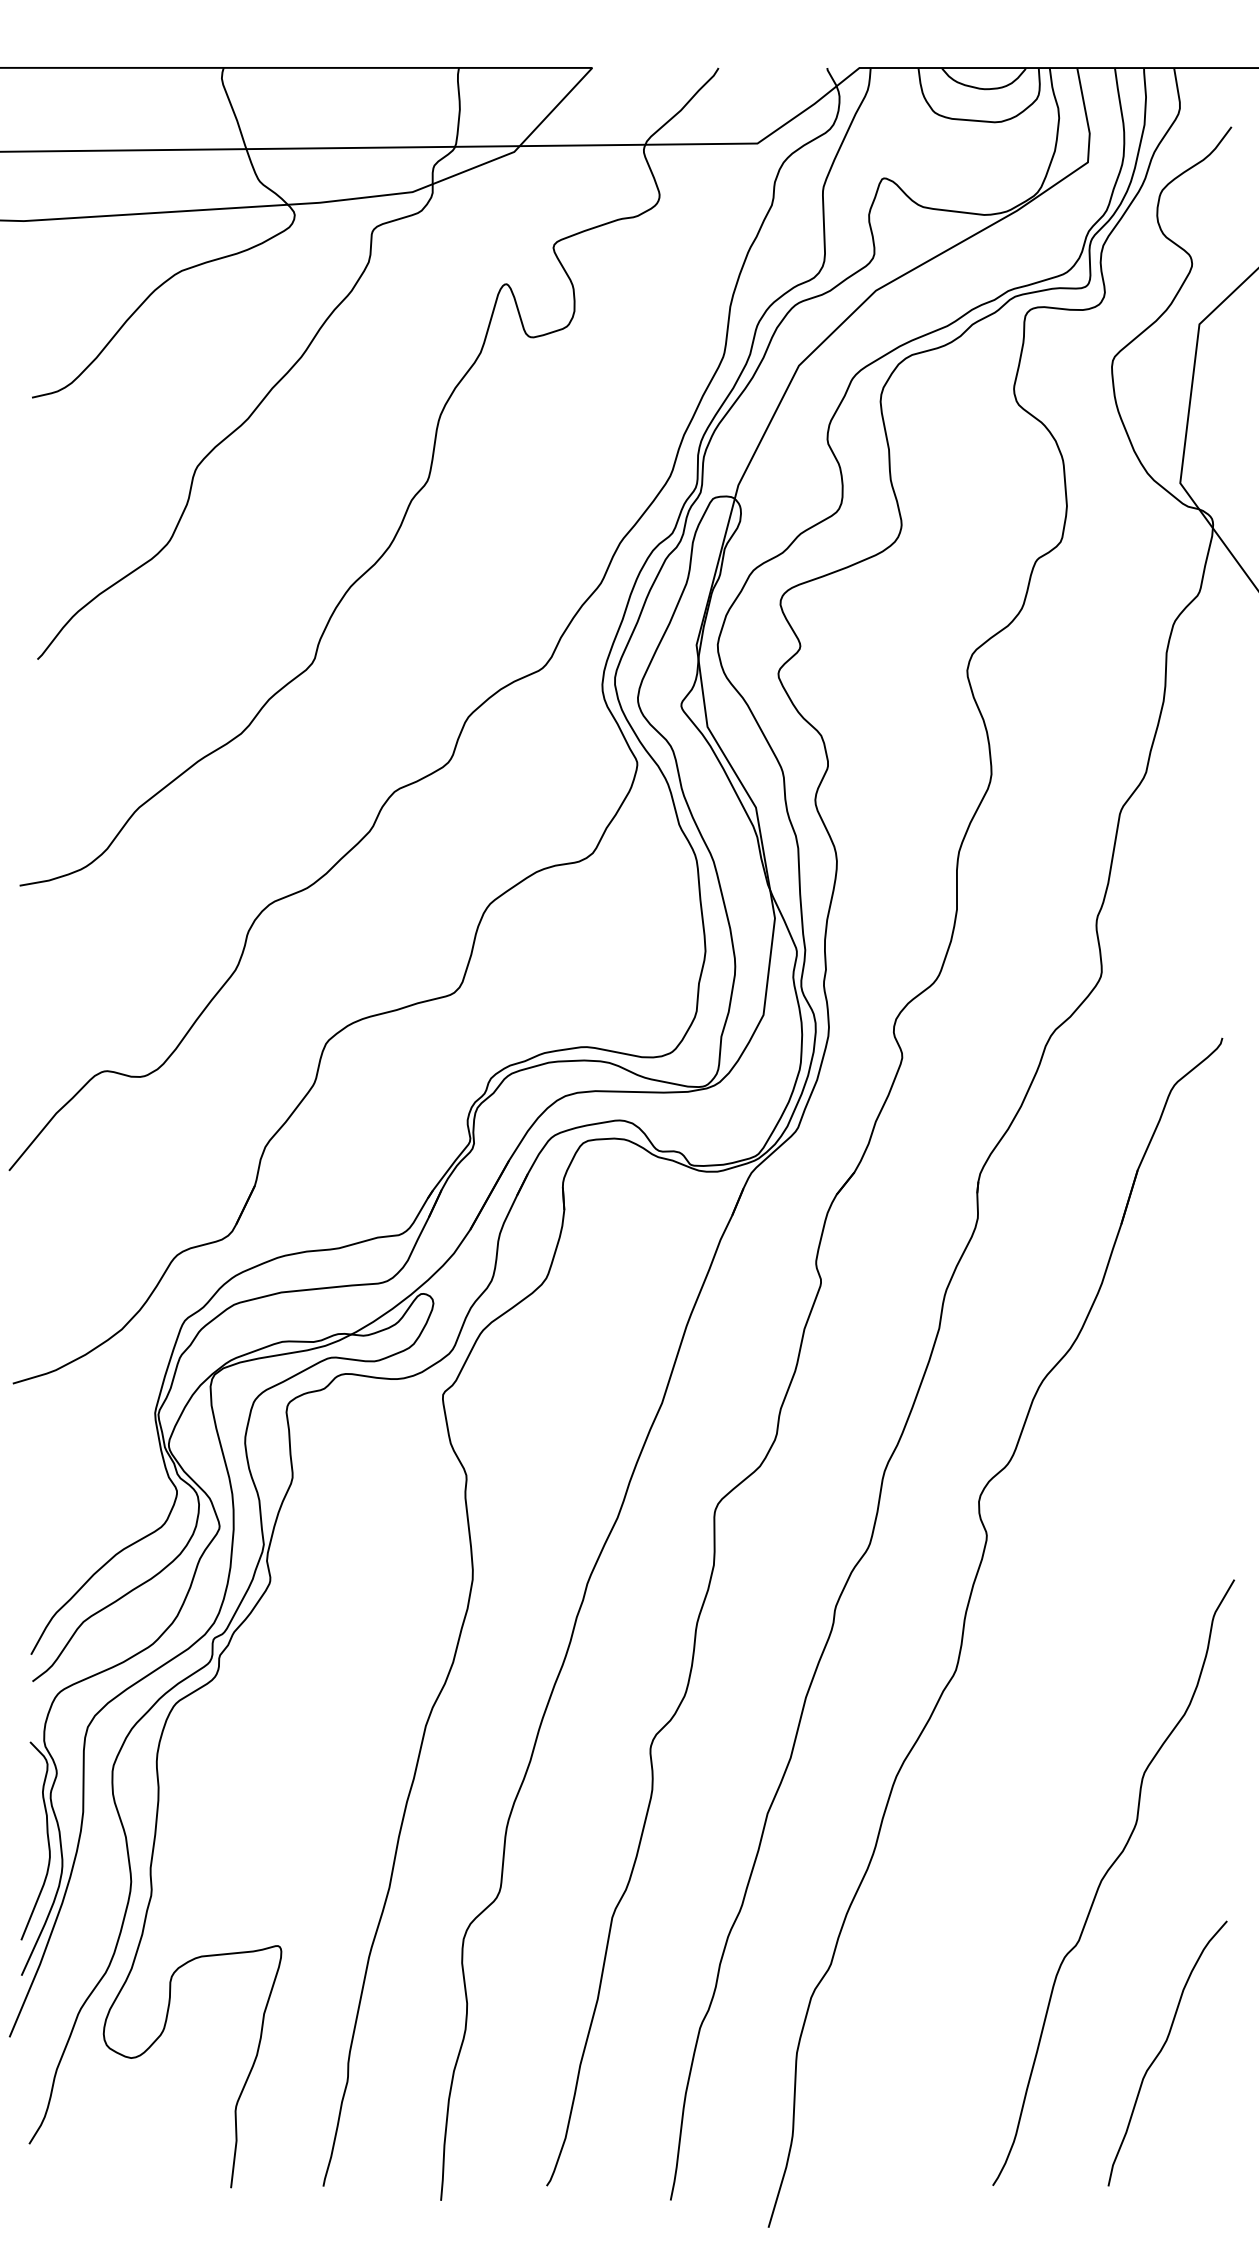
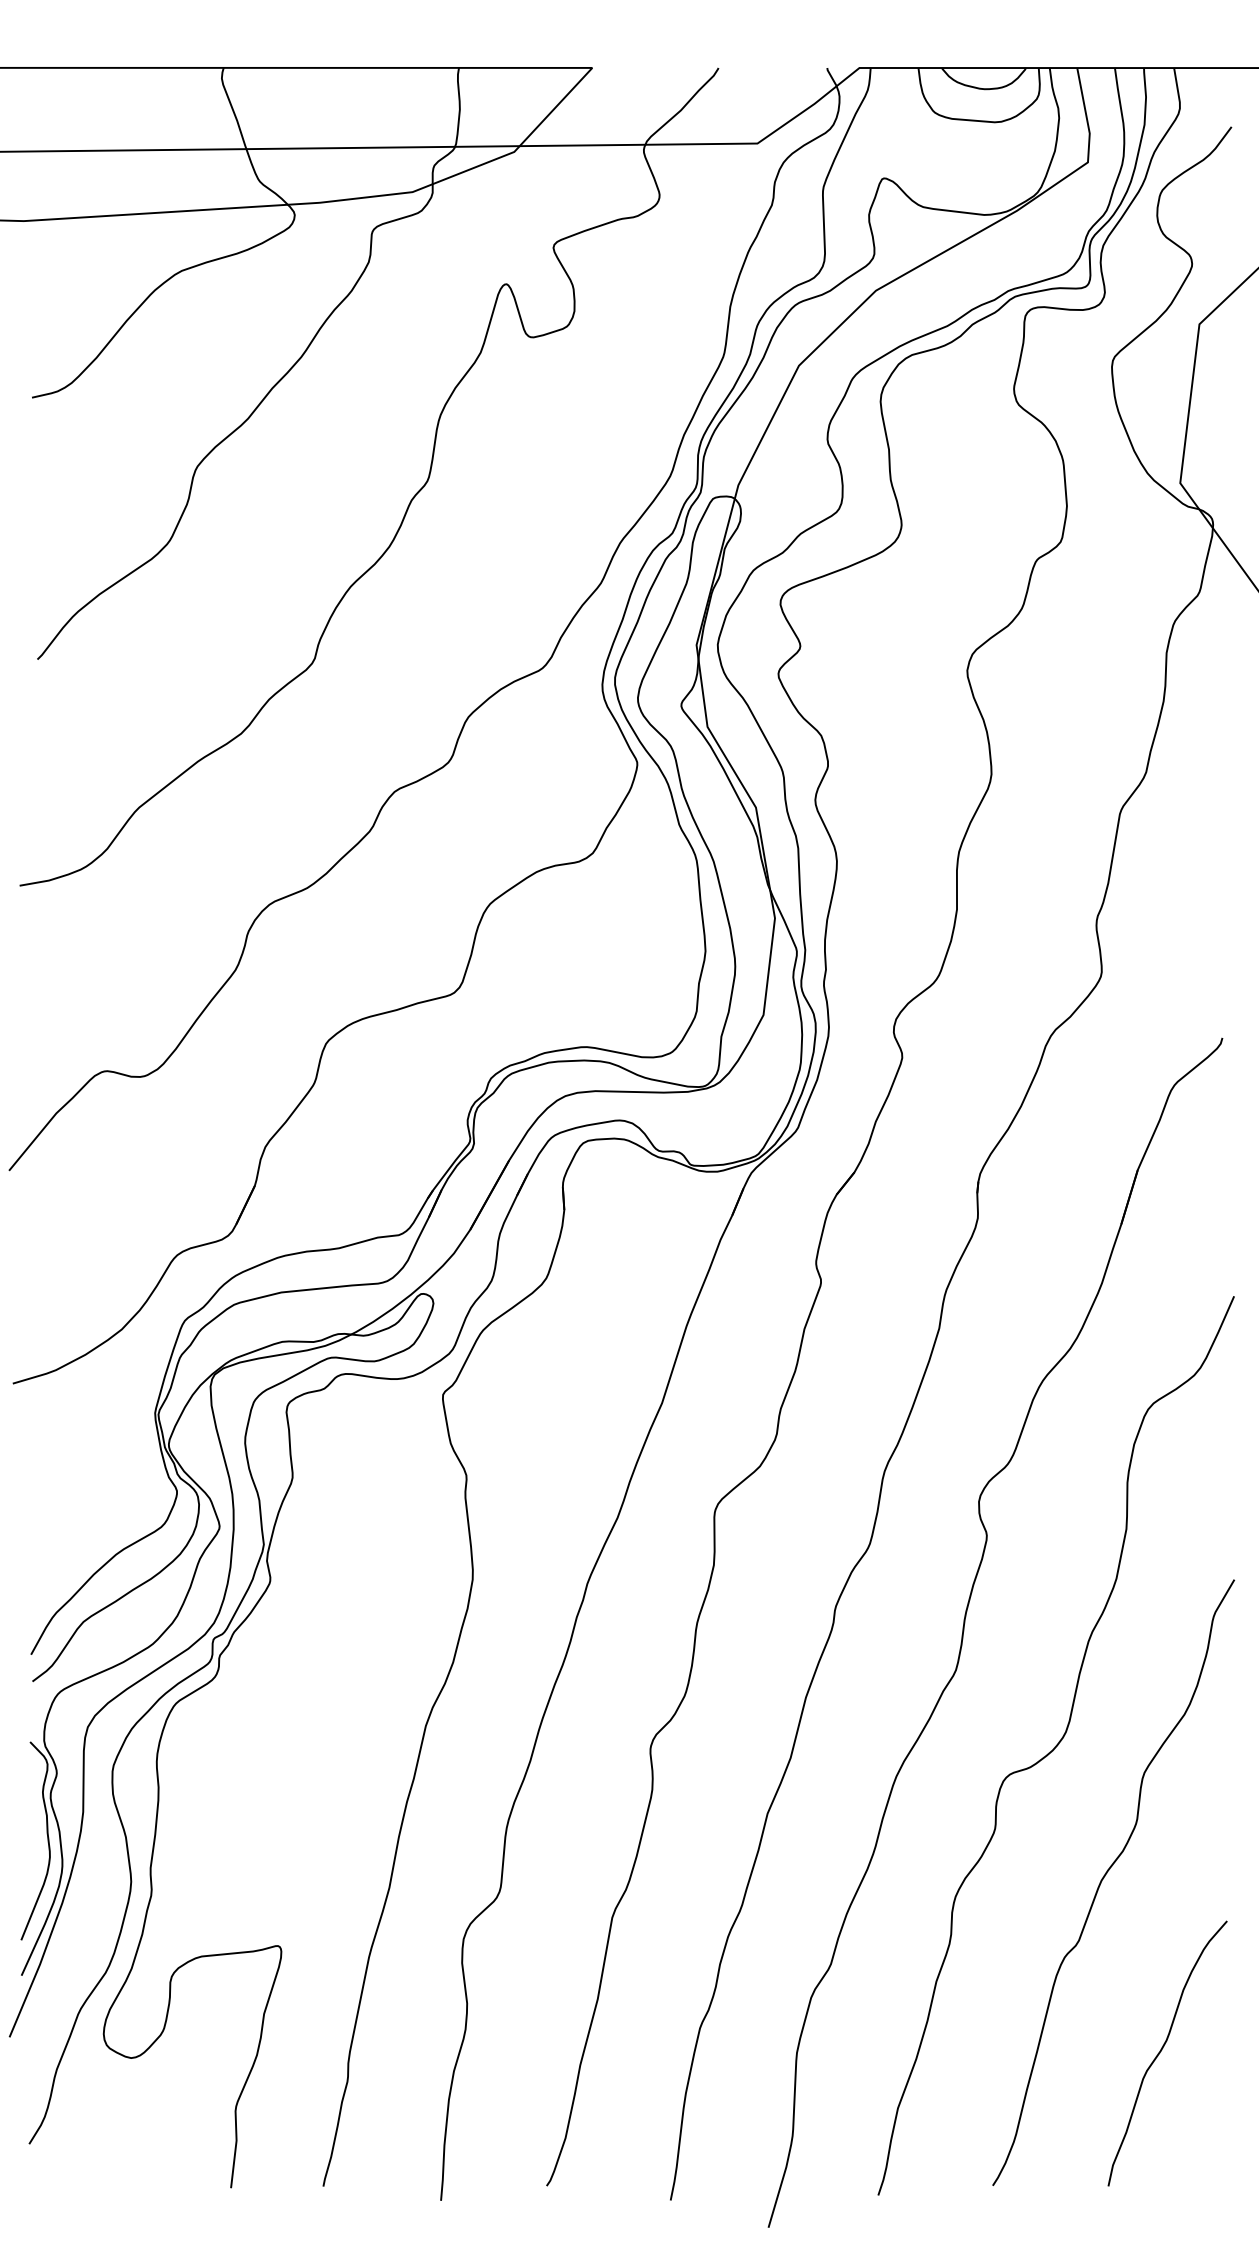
curve at (1055, 1745): none -> present
